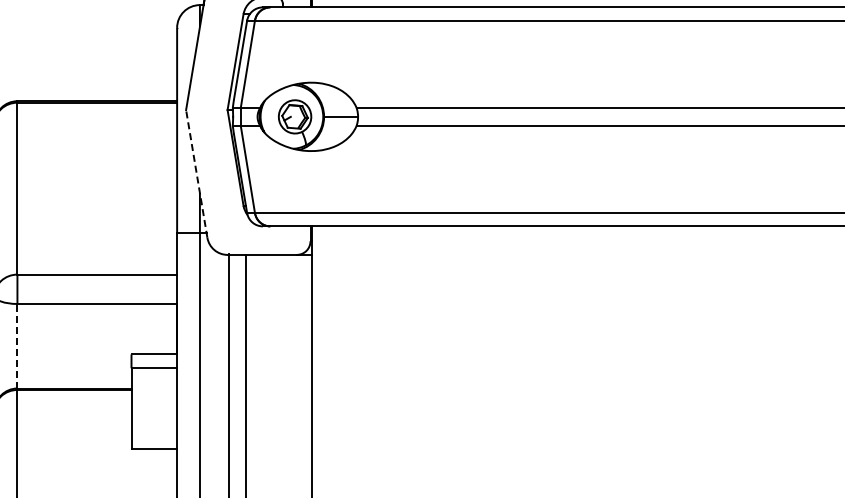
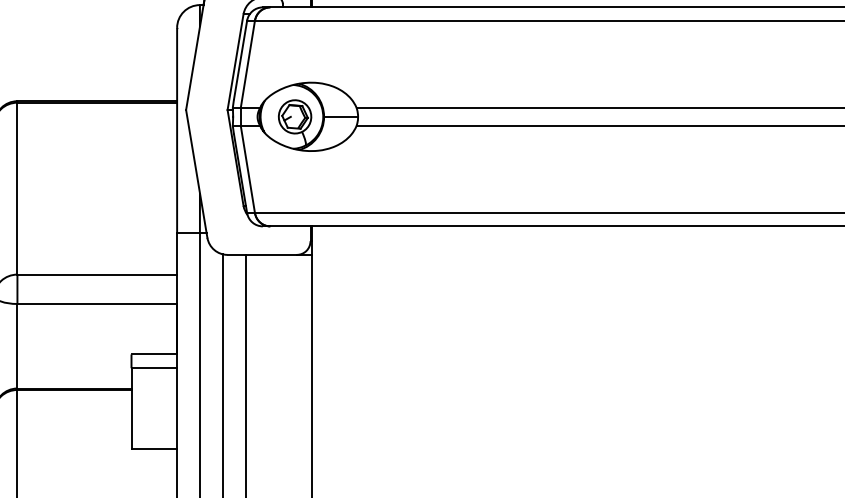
line at (196, 173): dashed -> solid
line at (17, 345): dashed -> solid
line at (228, 374) position: (228, 374) -> (222, 374)
